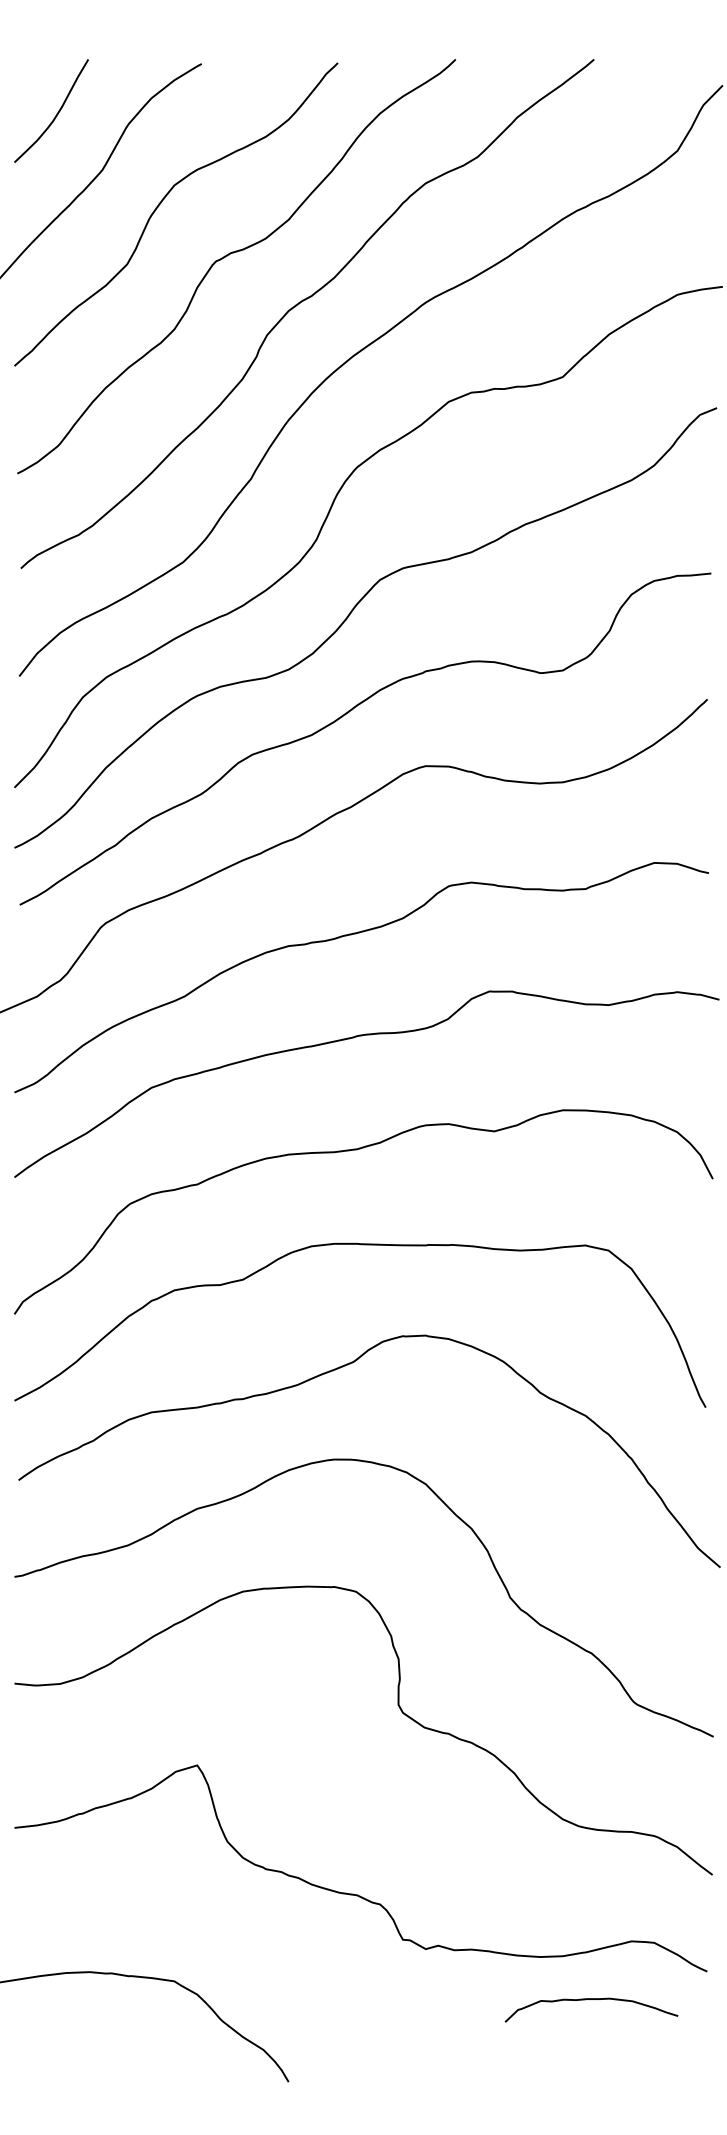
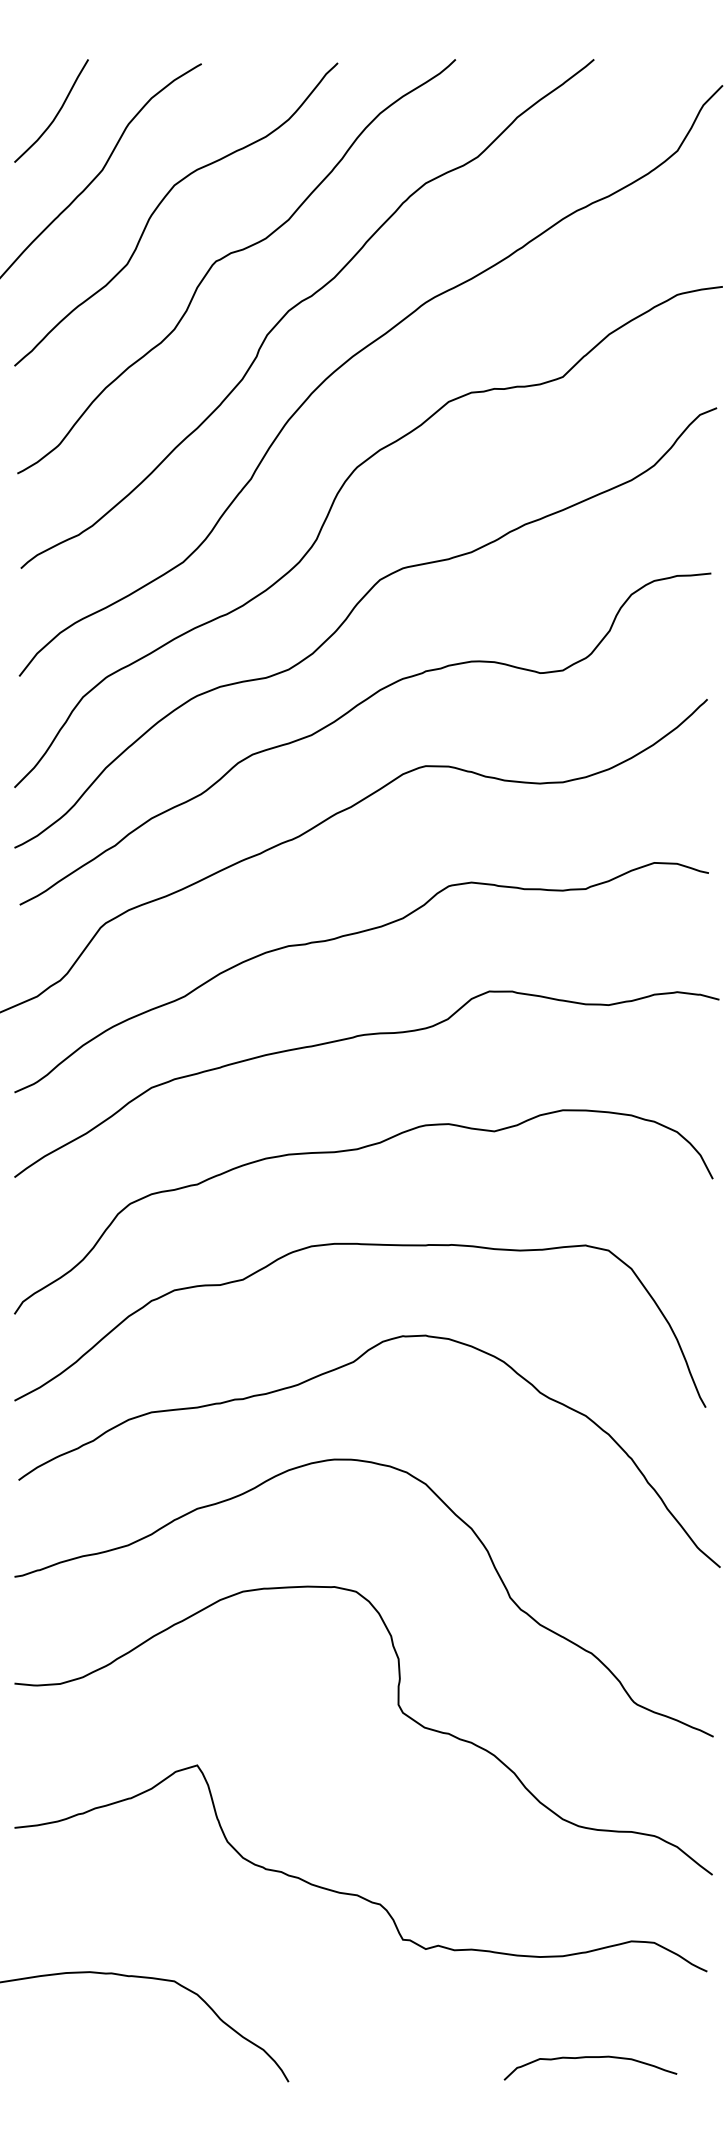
curve at (591, 1999) position: (591, 1999) -> (590, 2057)
